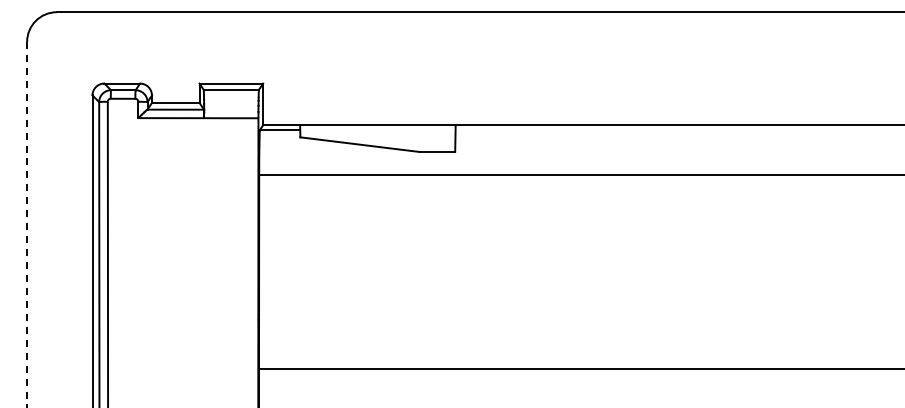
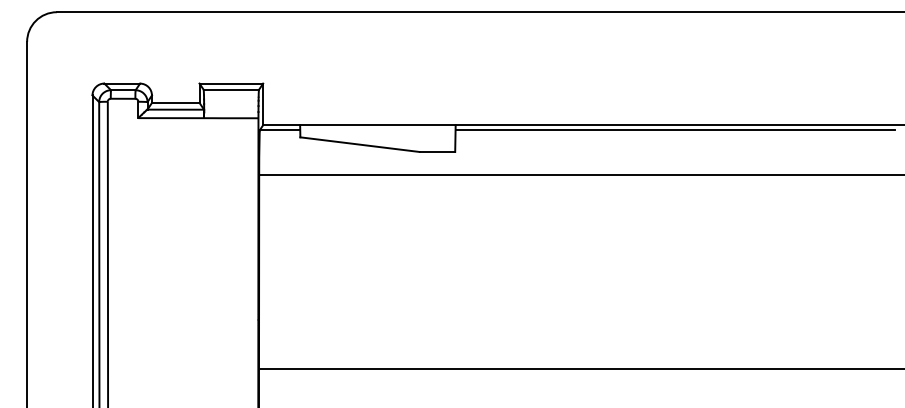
line at (674, 130): none -> present
line at (27, 224): dashed -> solid
